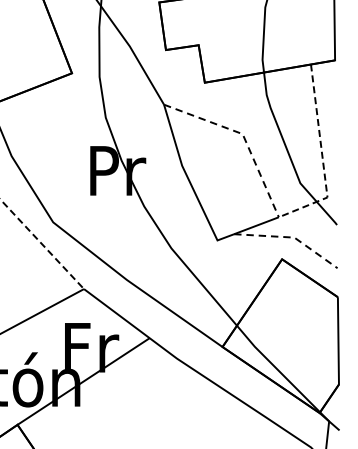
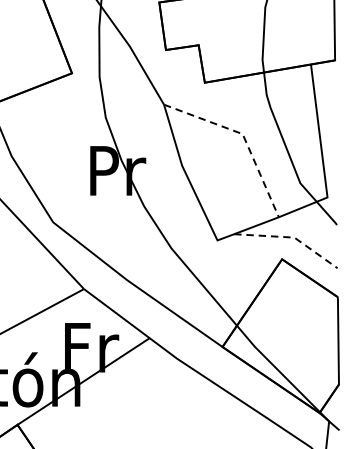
line at (322, 158): dashed -> solid
line at (42, 244): dashed -> solid
